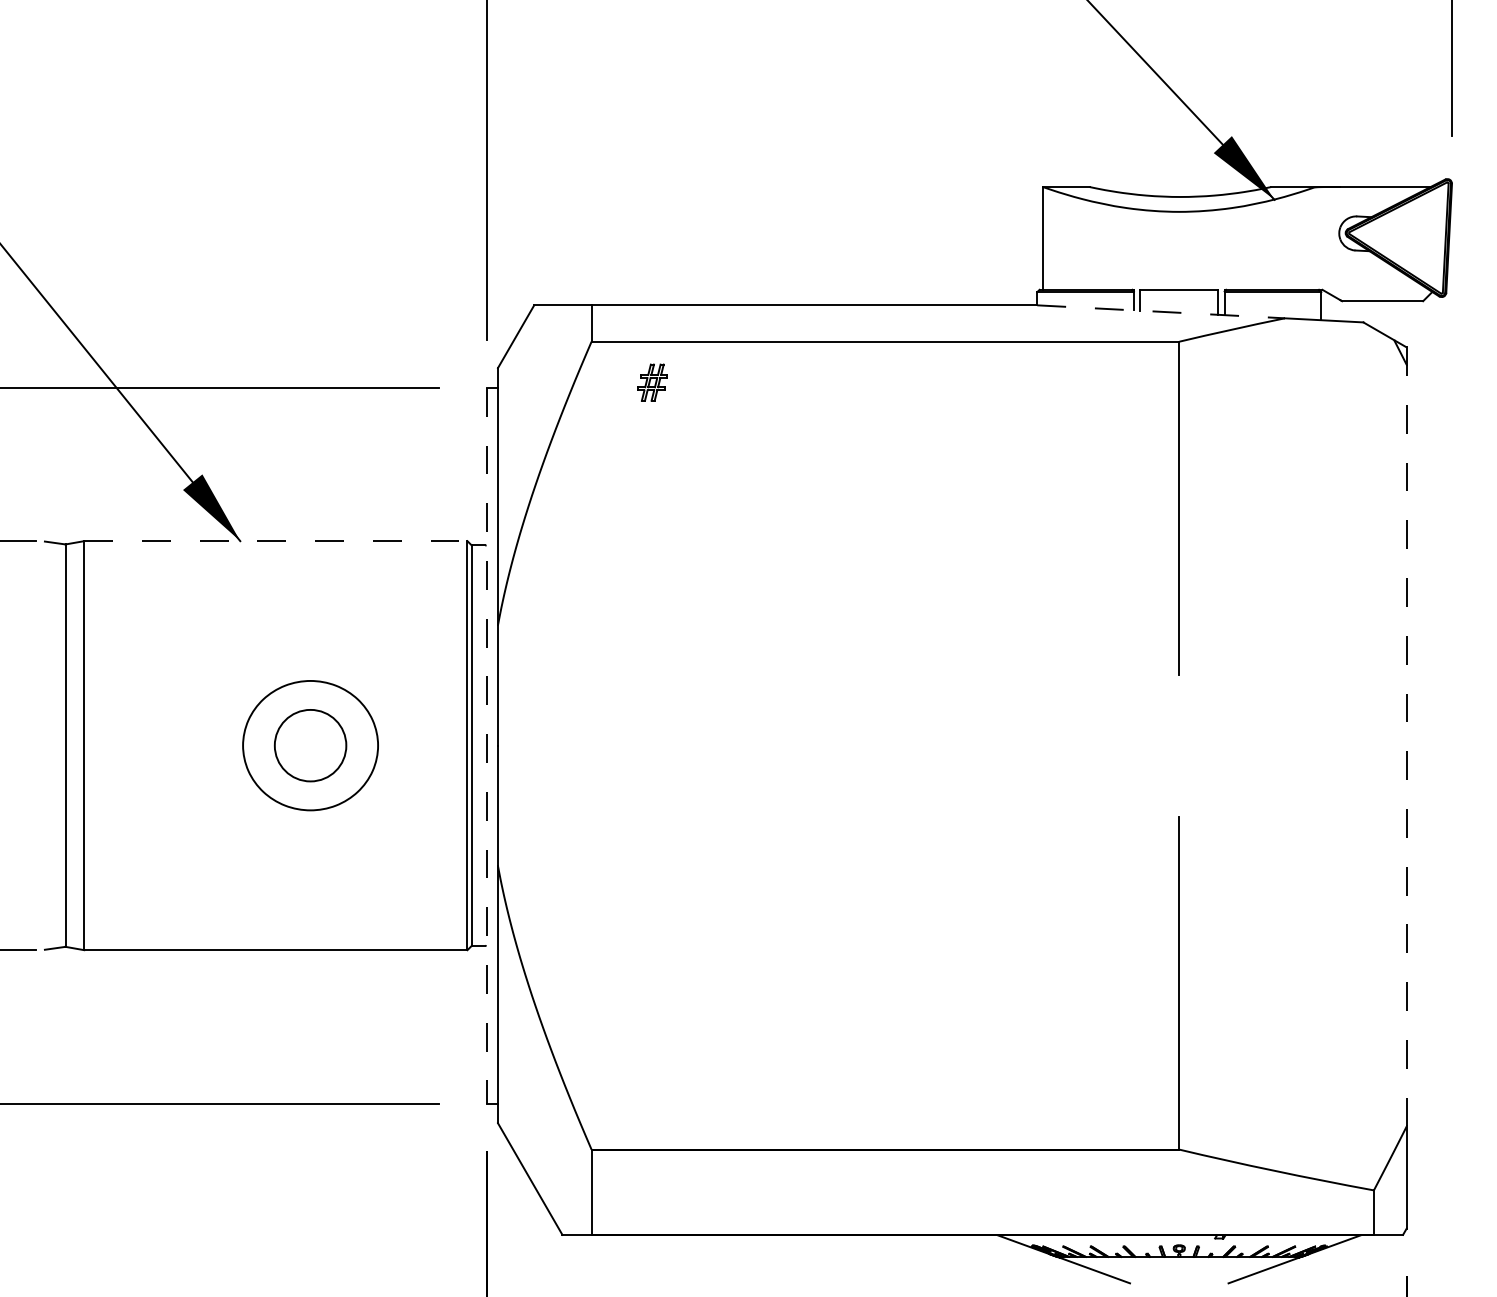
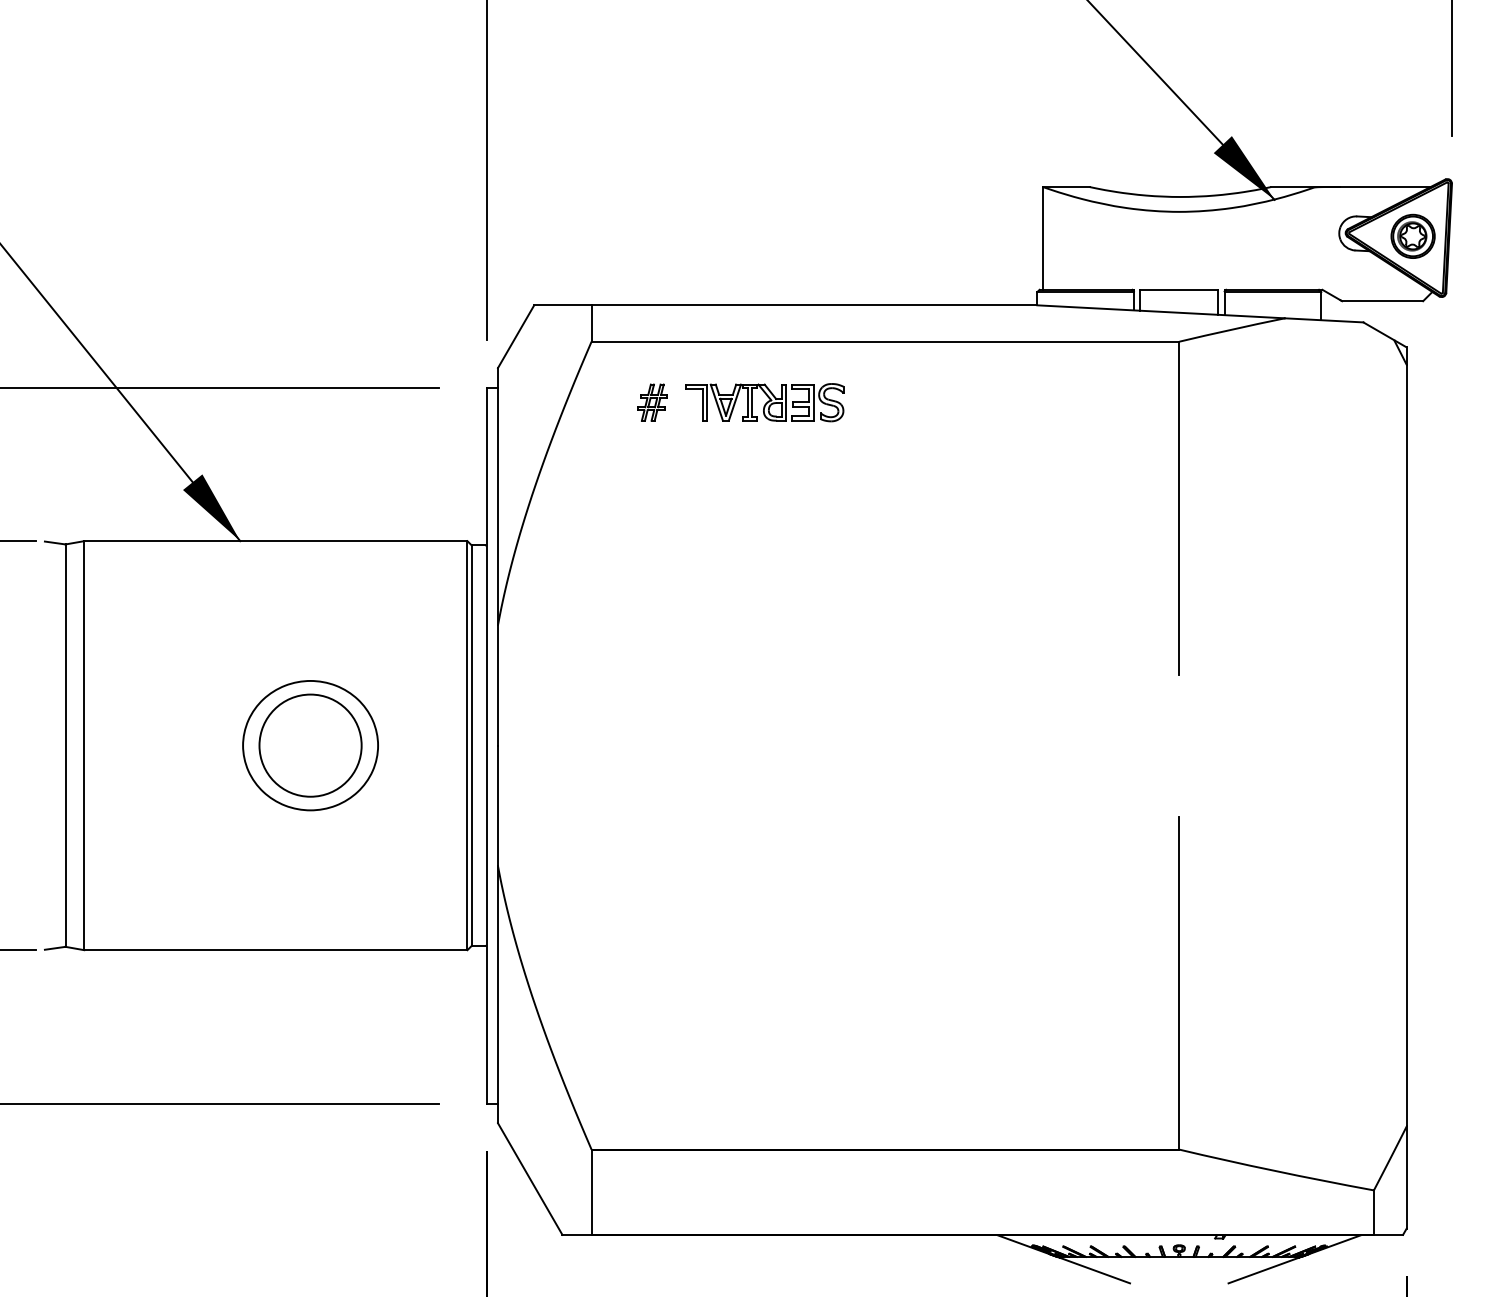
part at (1412, 235): none -> present
line at (1161, 311): dashed -> solid
part at (652, 382) position: (652, 382) -> (652, 402)
part at (764, 402): none -> present
line at (275, 541): dashed -> solid
circle at (310, 745) diameter: 72 px -> 102 px
line at (486, 745): dashed -> solid
line at (1406, 745): dashed -> solid
